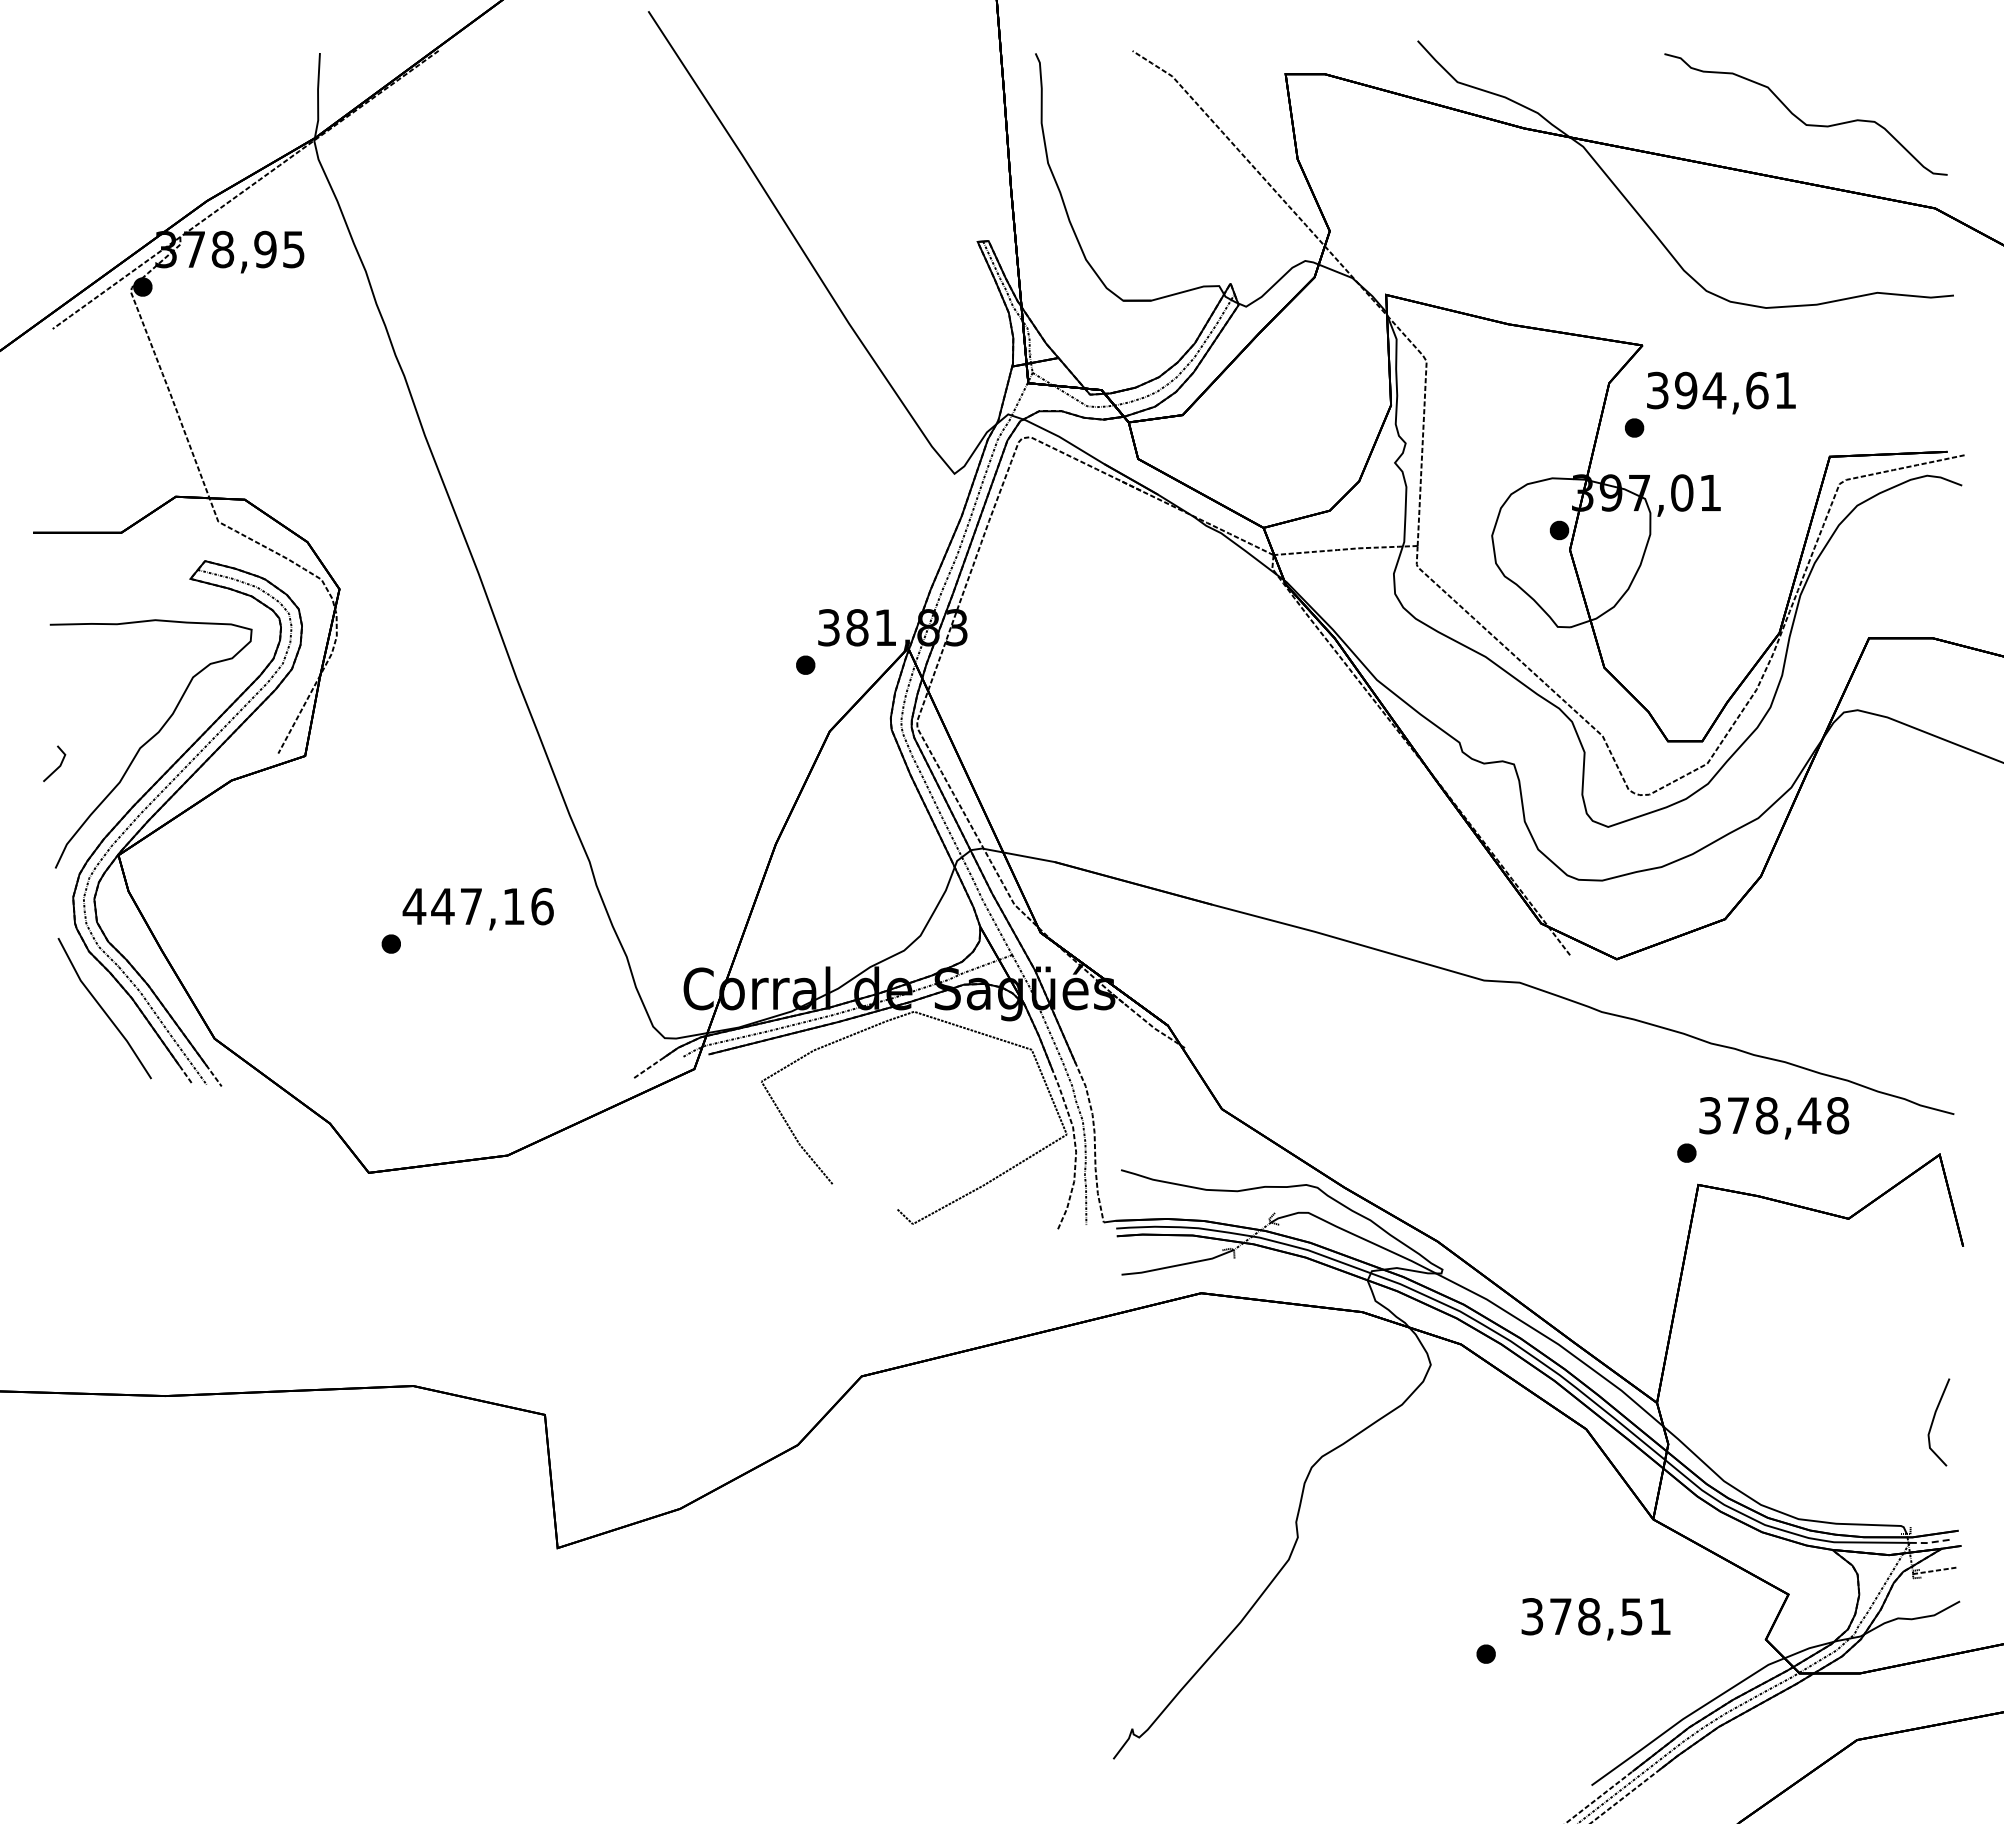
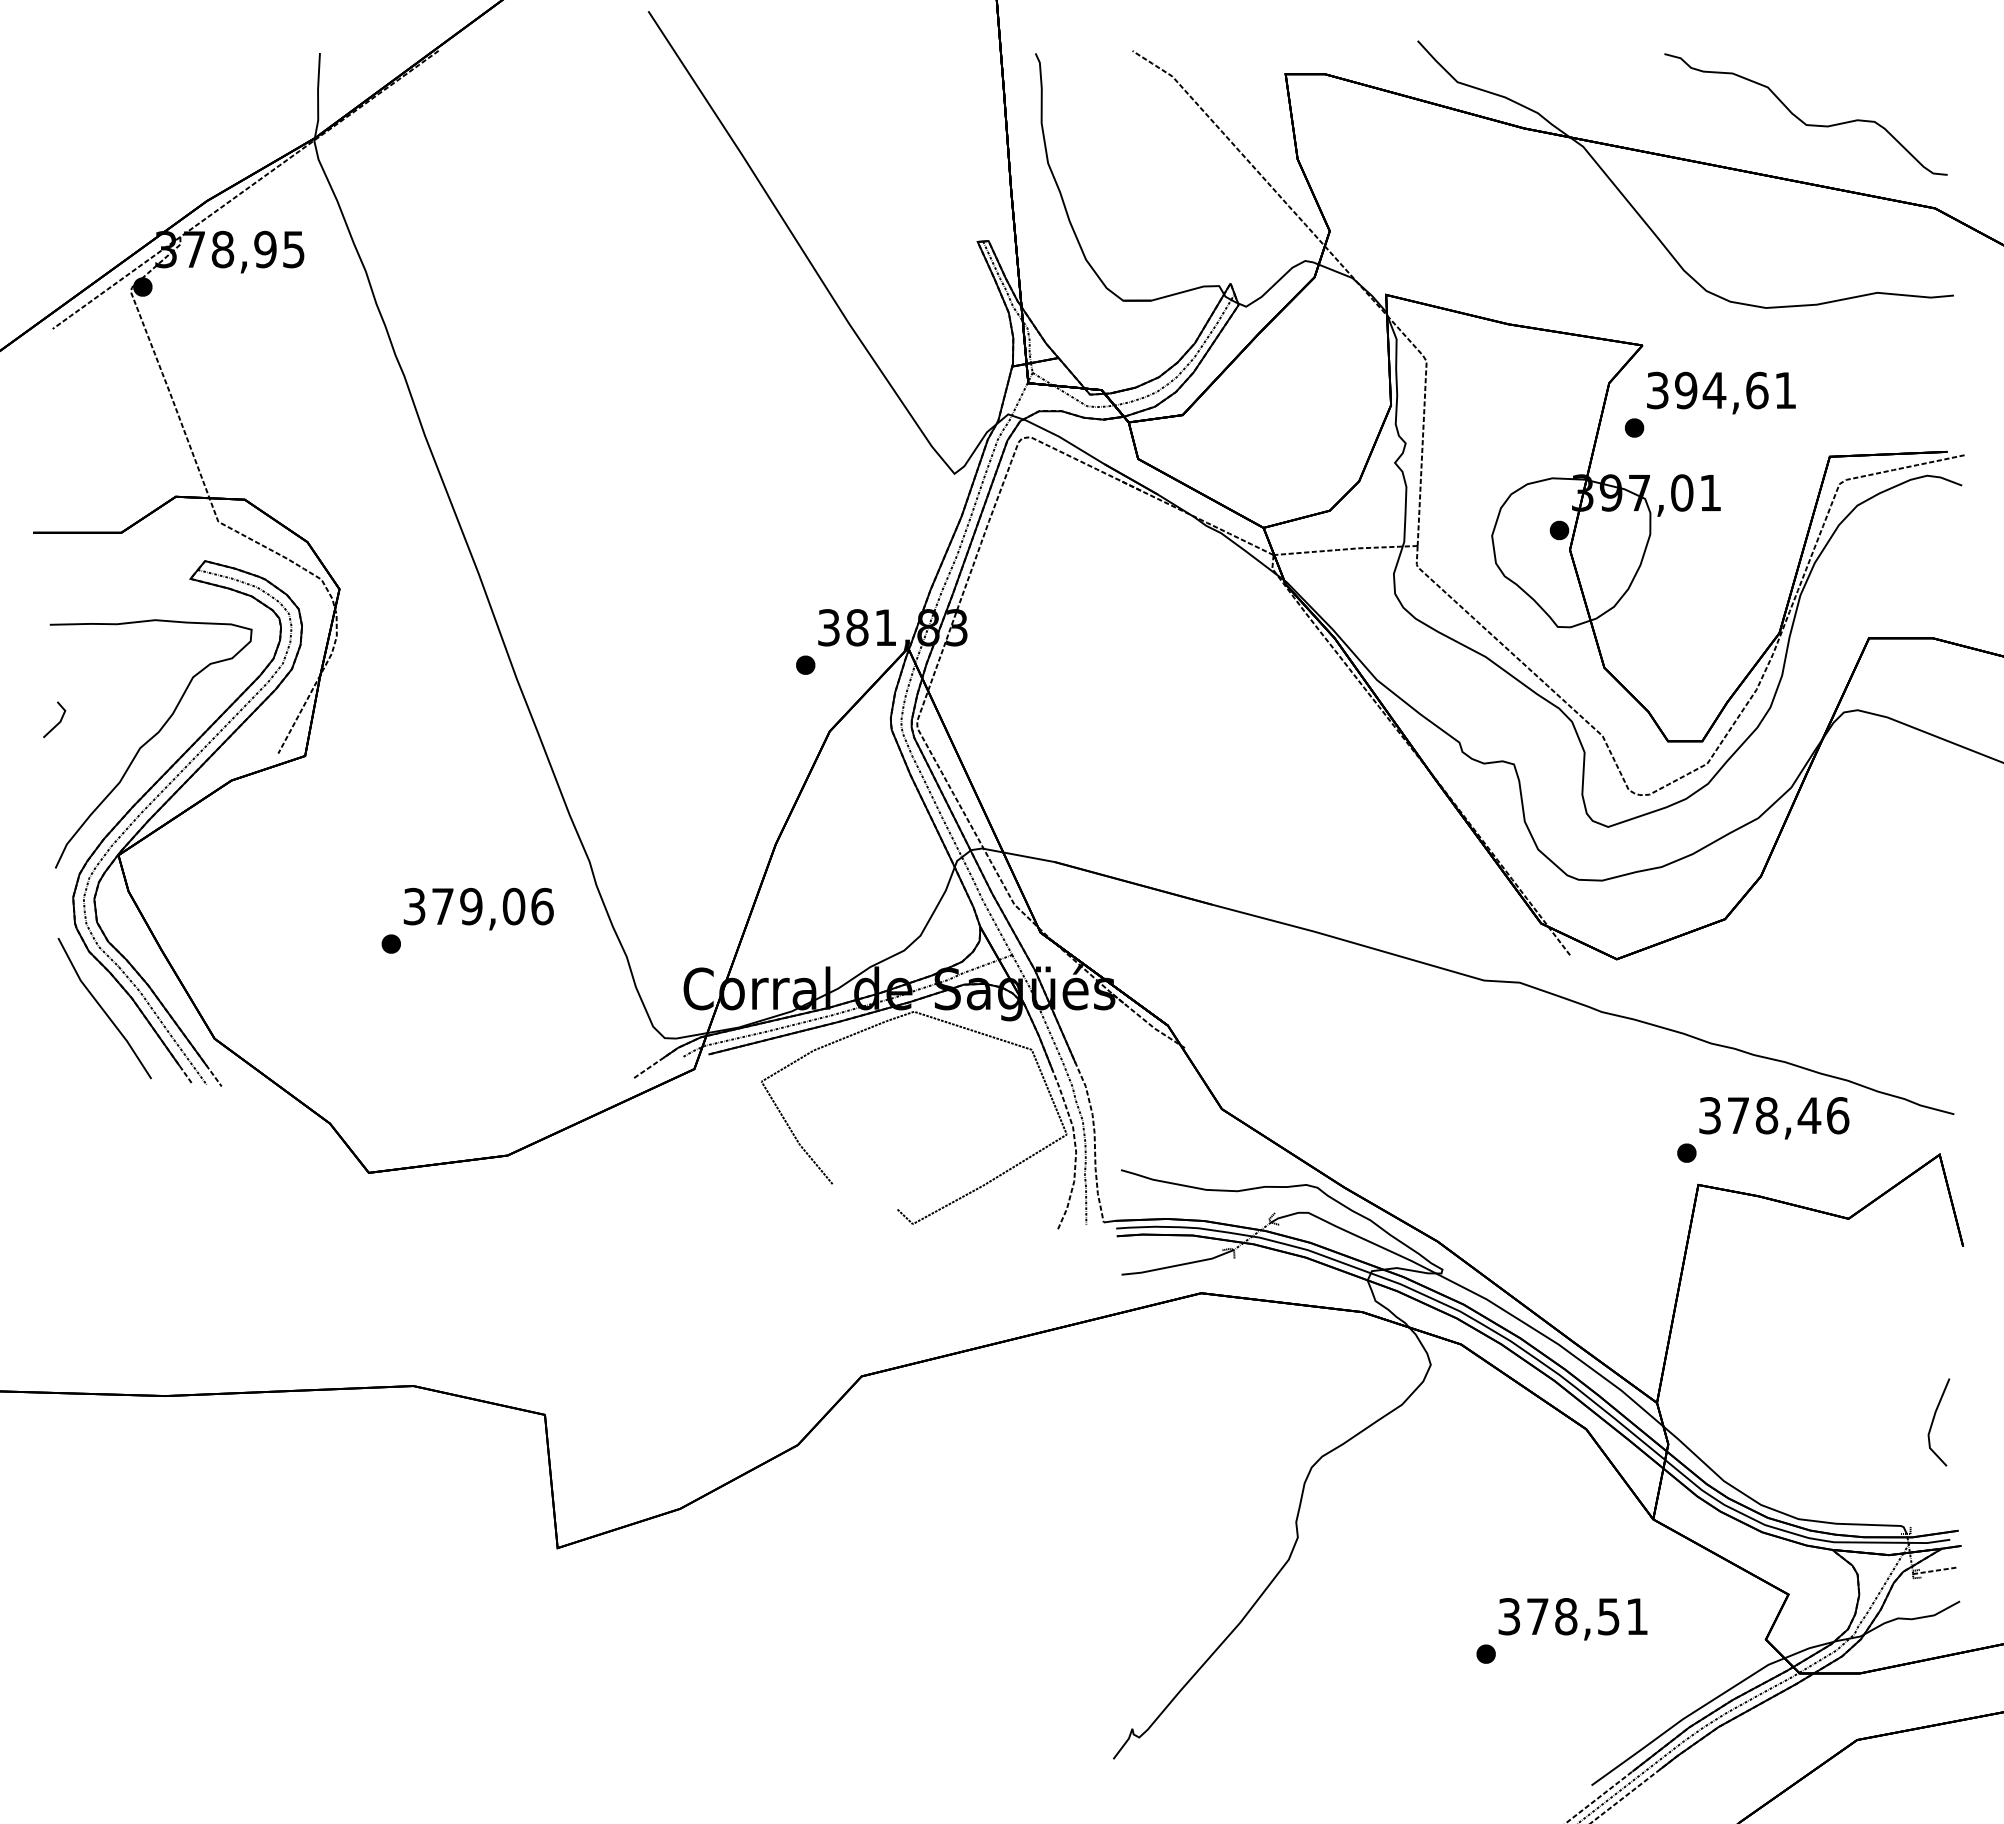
line at (58, 766) position: (58, 766) -> (58, 722)
text at (463, 906): 447,16 -> 379,06
text at (1837, 1115): 378,48 -> 378,46
line at (1930, 1542): dashed -> solid
text at (1595, 1619) position: (1595, 1619) -> (1572, 1619)
